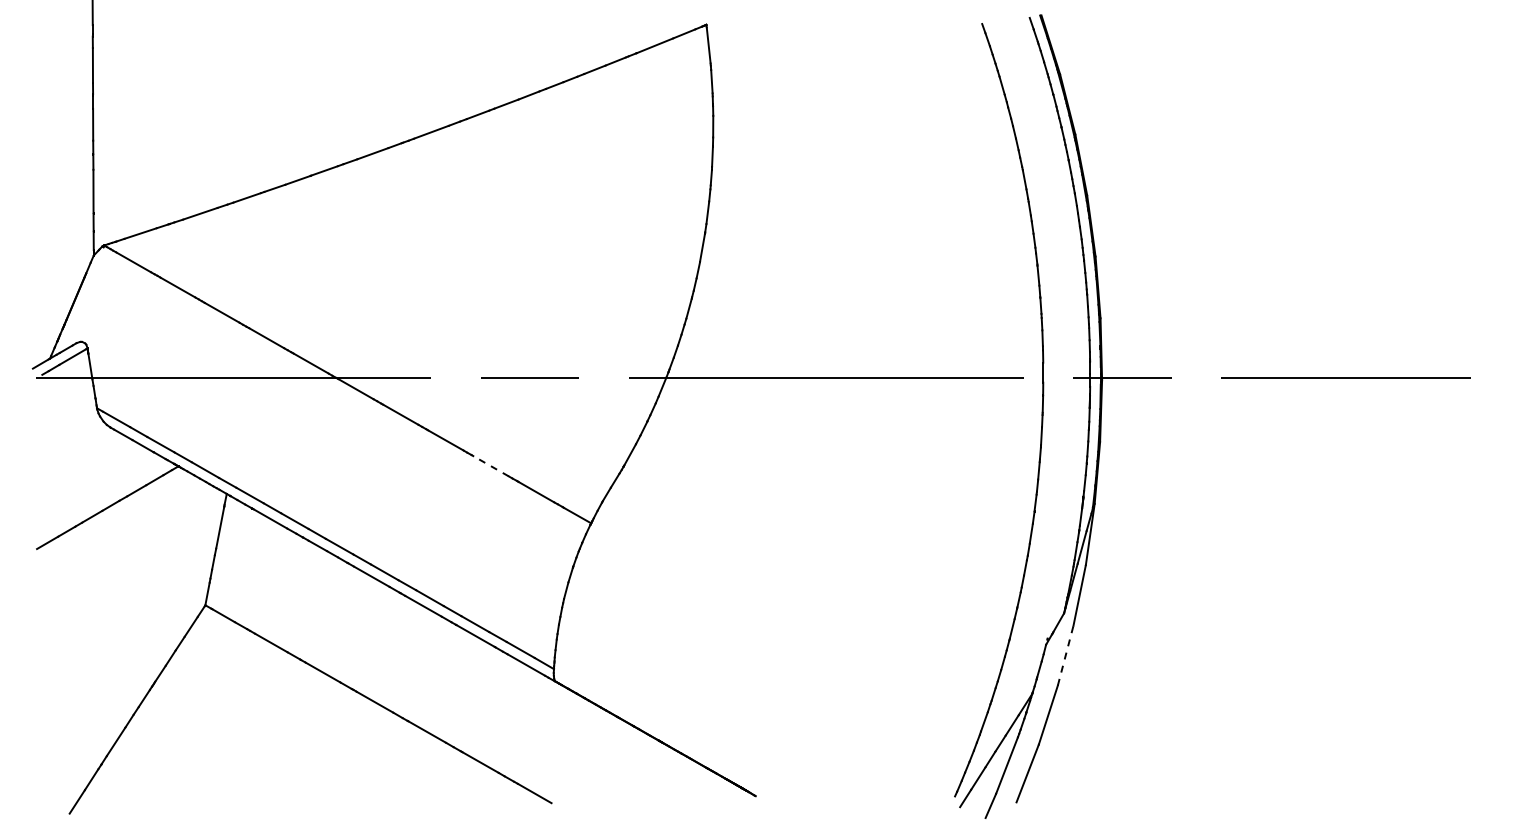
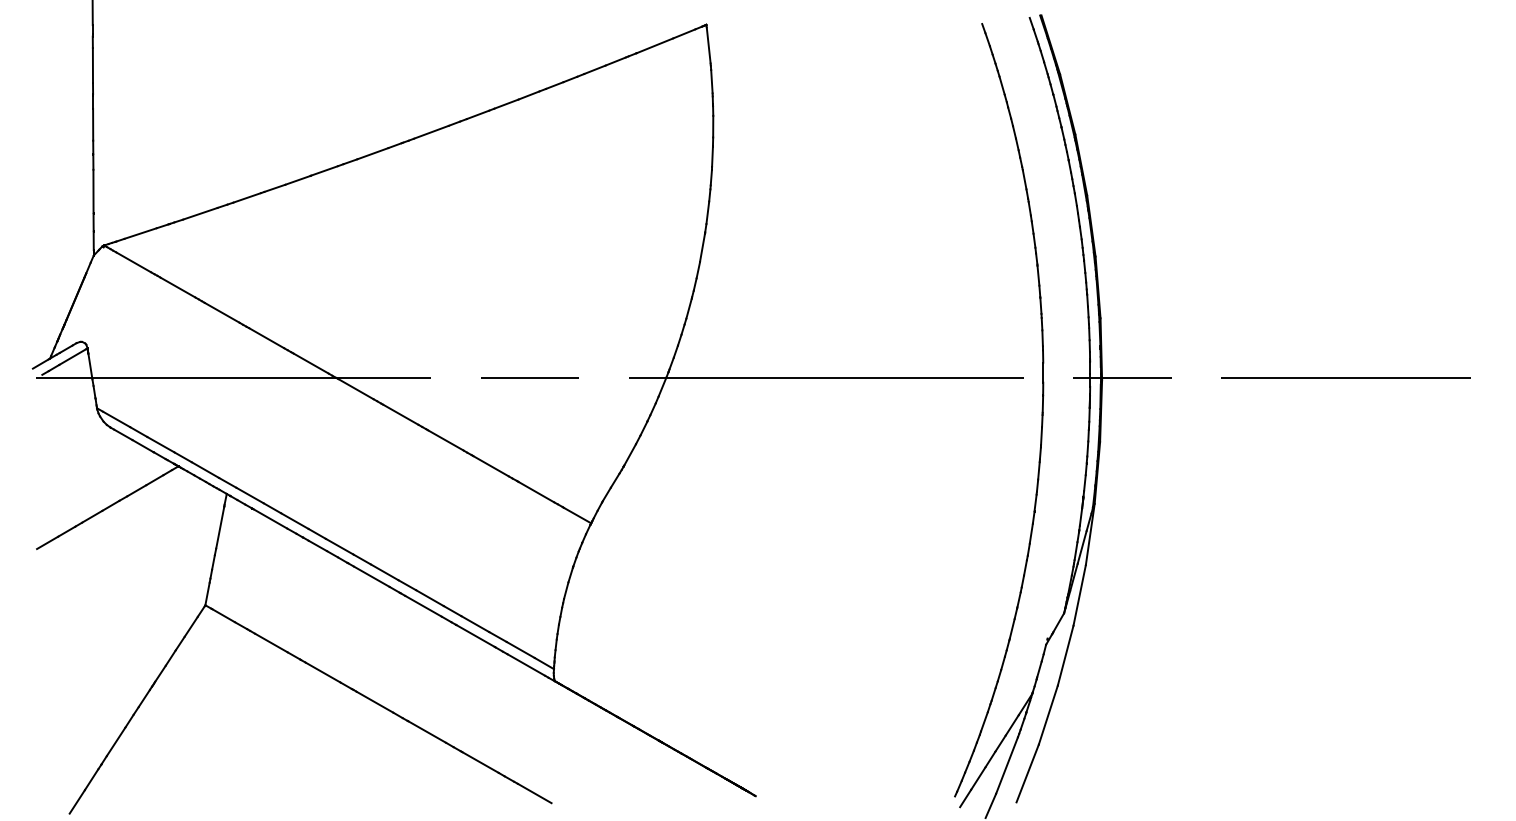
line at (490, 465): dashed -> solid
line at (1065, 655): dashed -> solid
